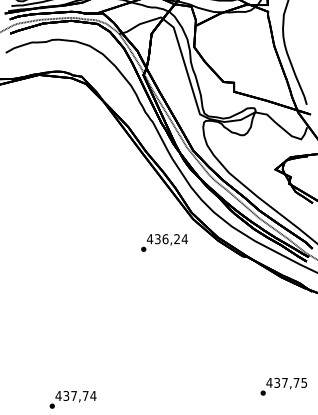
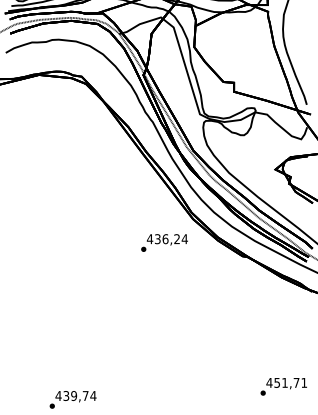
text at (290, 382): 437,75 -> 451,71
text at (74, 396): 437,74 -> 439,74
